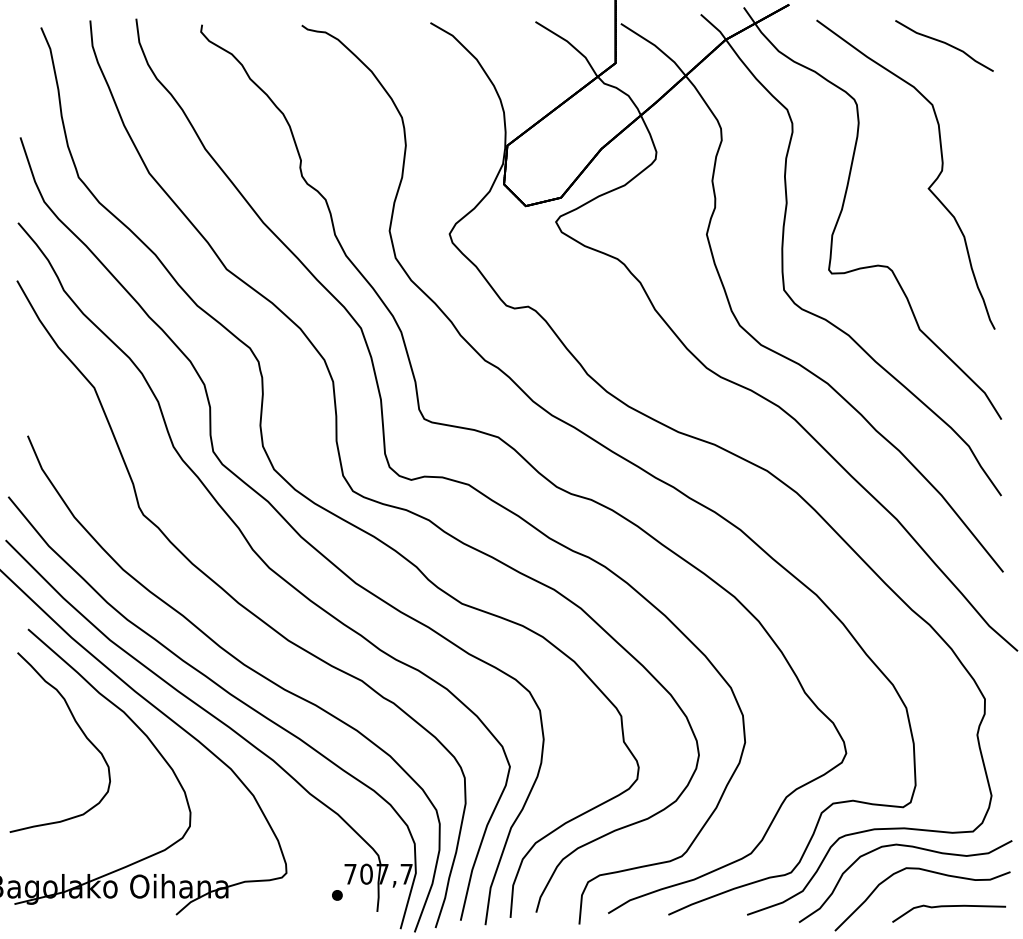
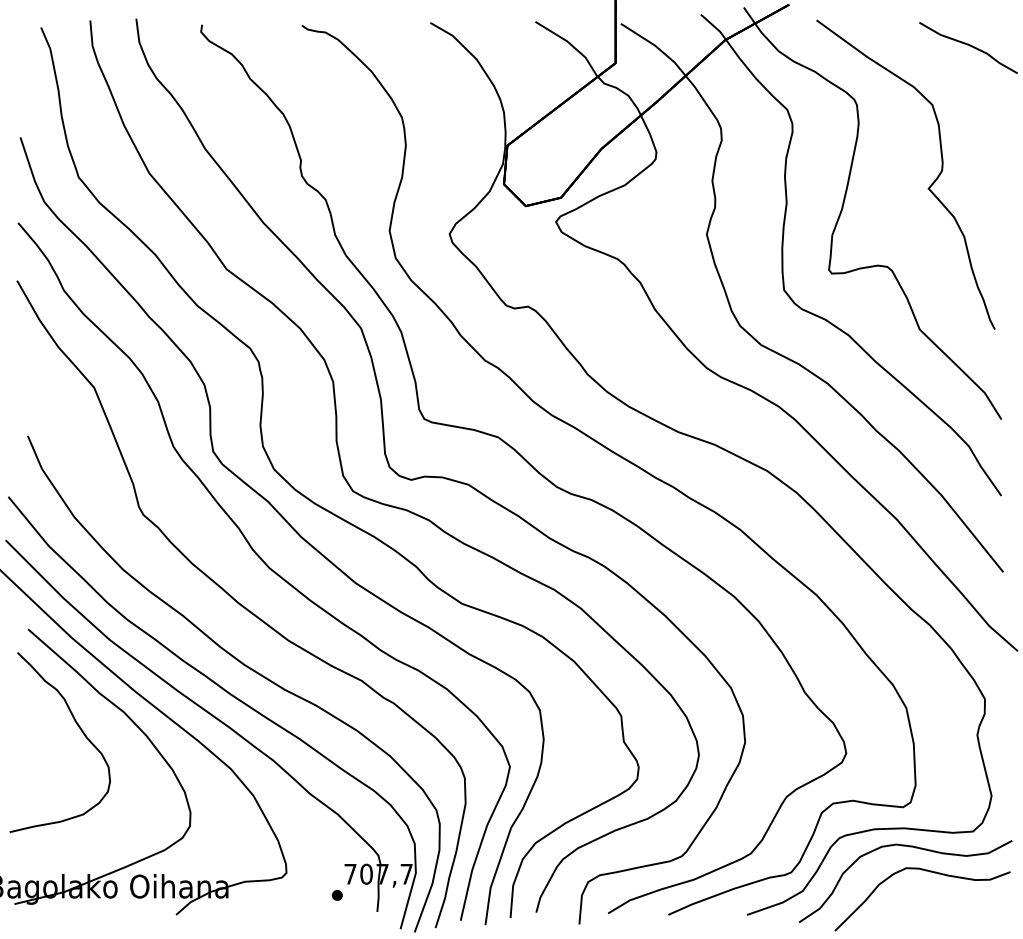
curve at (945, 44) position: (945, 44) -> (969, 46)
curve at (947, 907): present -> none
